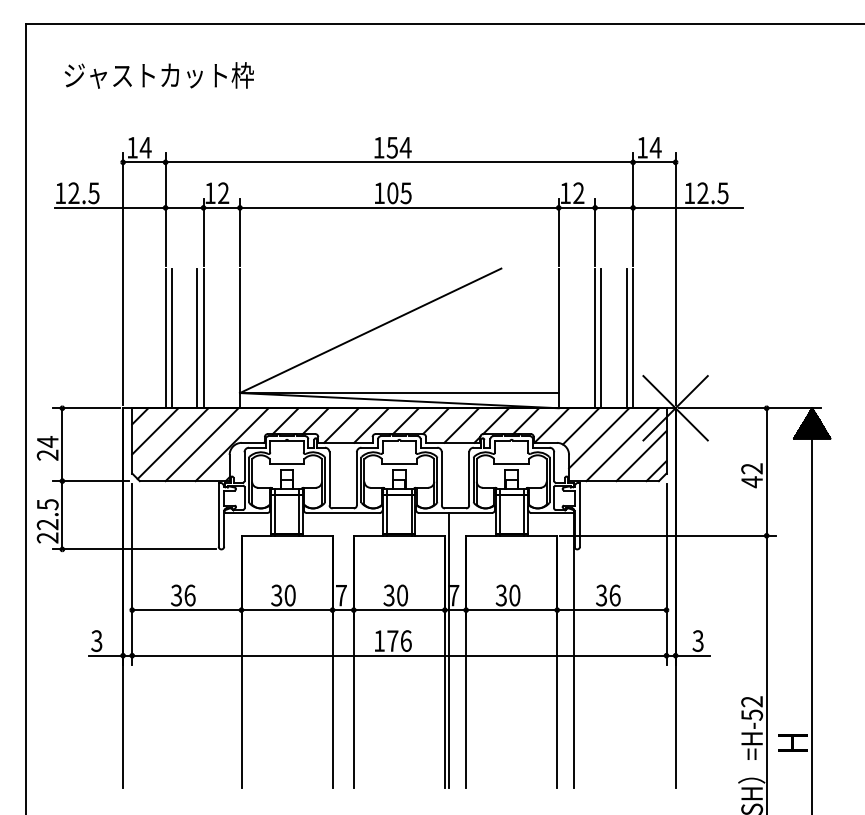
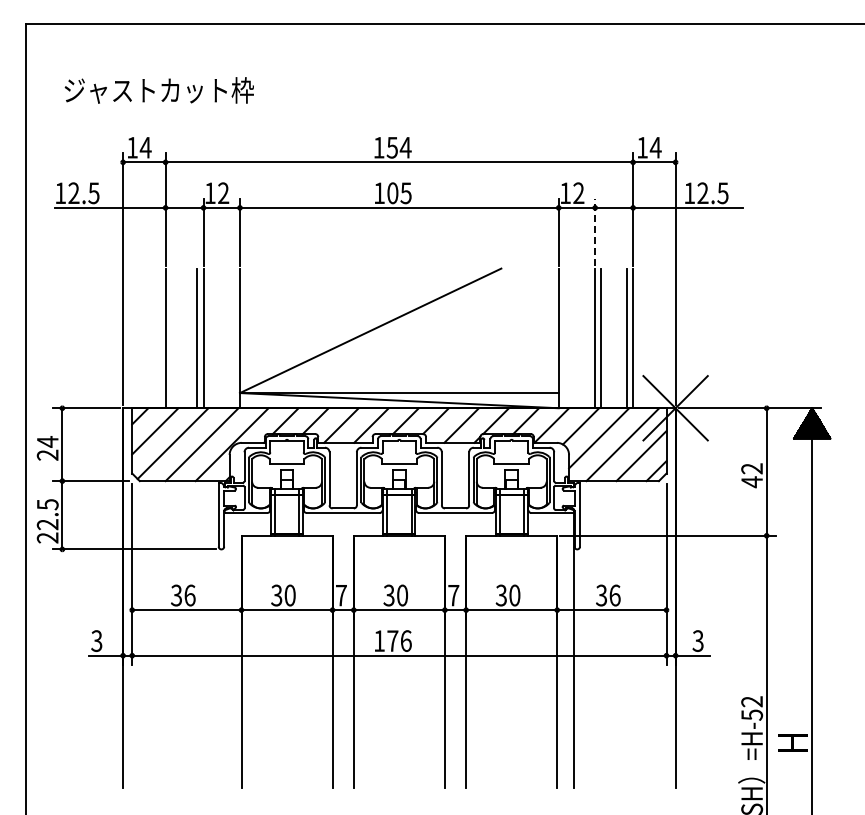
text at (158, 75) position: (158, 75) -> (158, 90)
line at (595, 231): solid -> dashed
line at (171, 338): present -> none
line at (449, 649): present -> none
